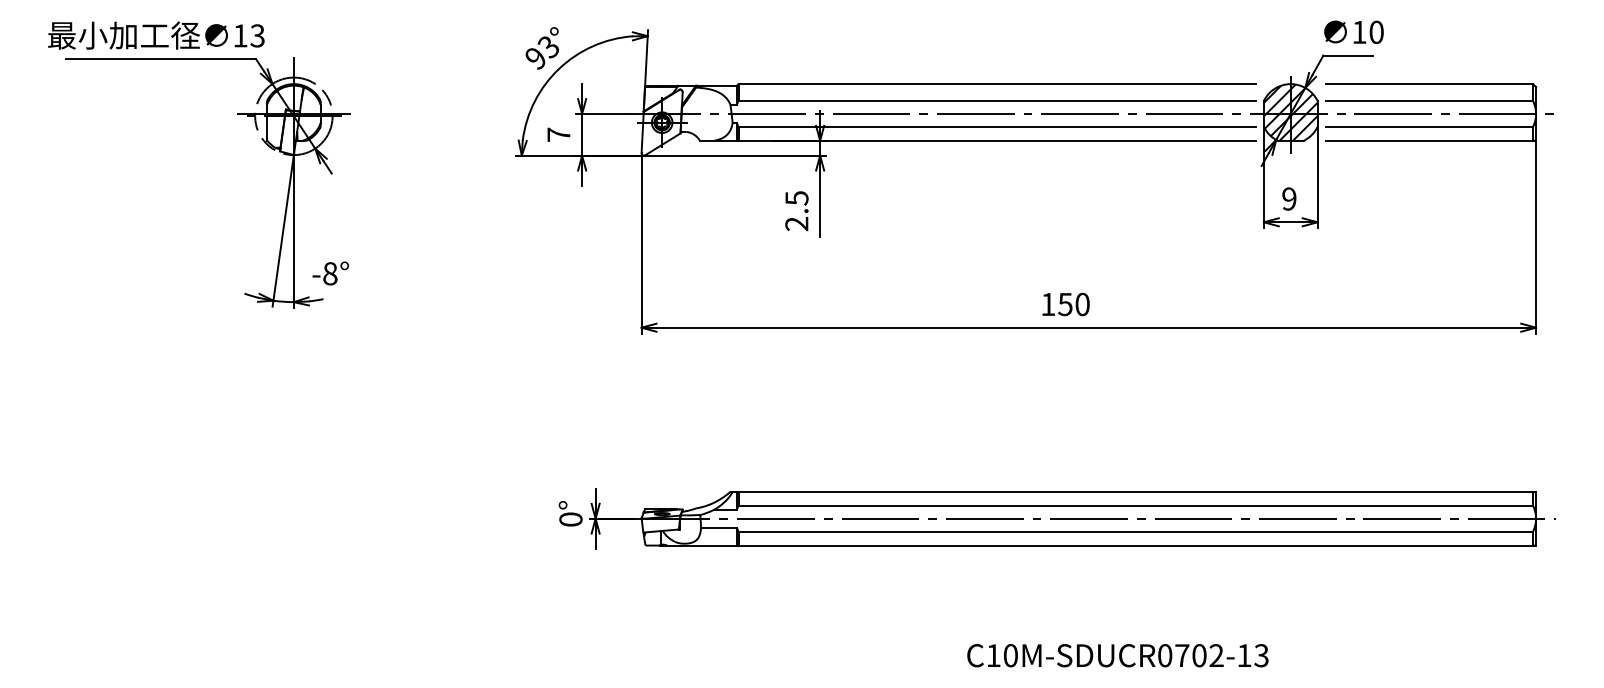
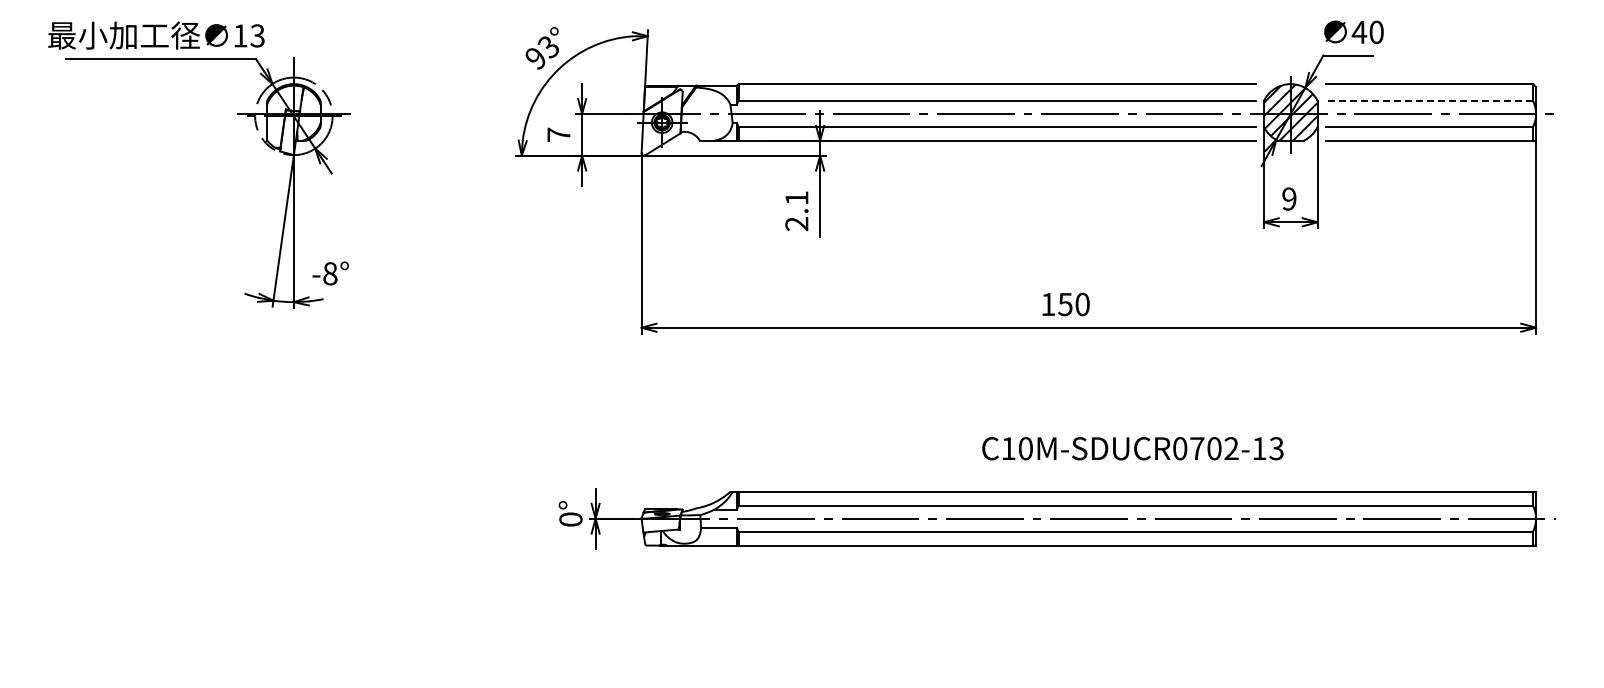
text at (1359, 32): 10 -> 40
line at (1429, 100): solid -> dashed
text at (796, 198): 2.5 -> 2.1
text at (1117, 655) position: (1117, 655) -> (1132, 448)
